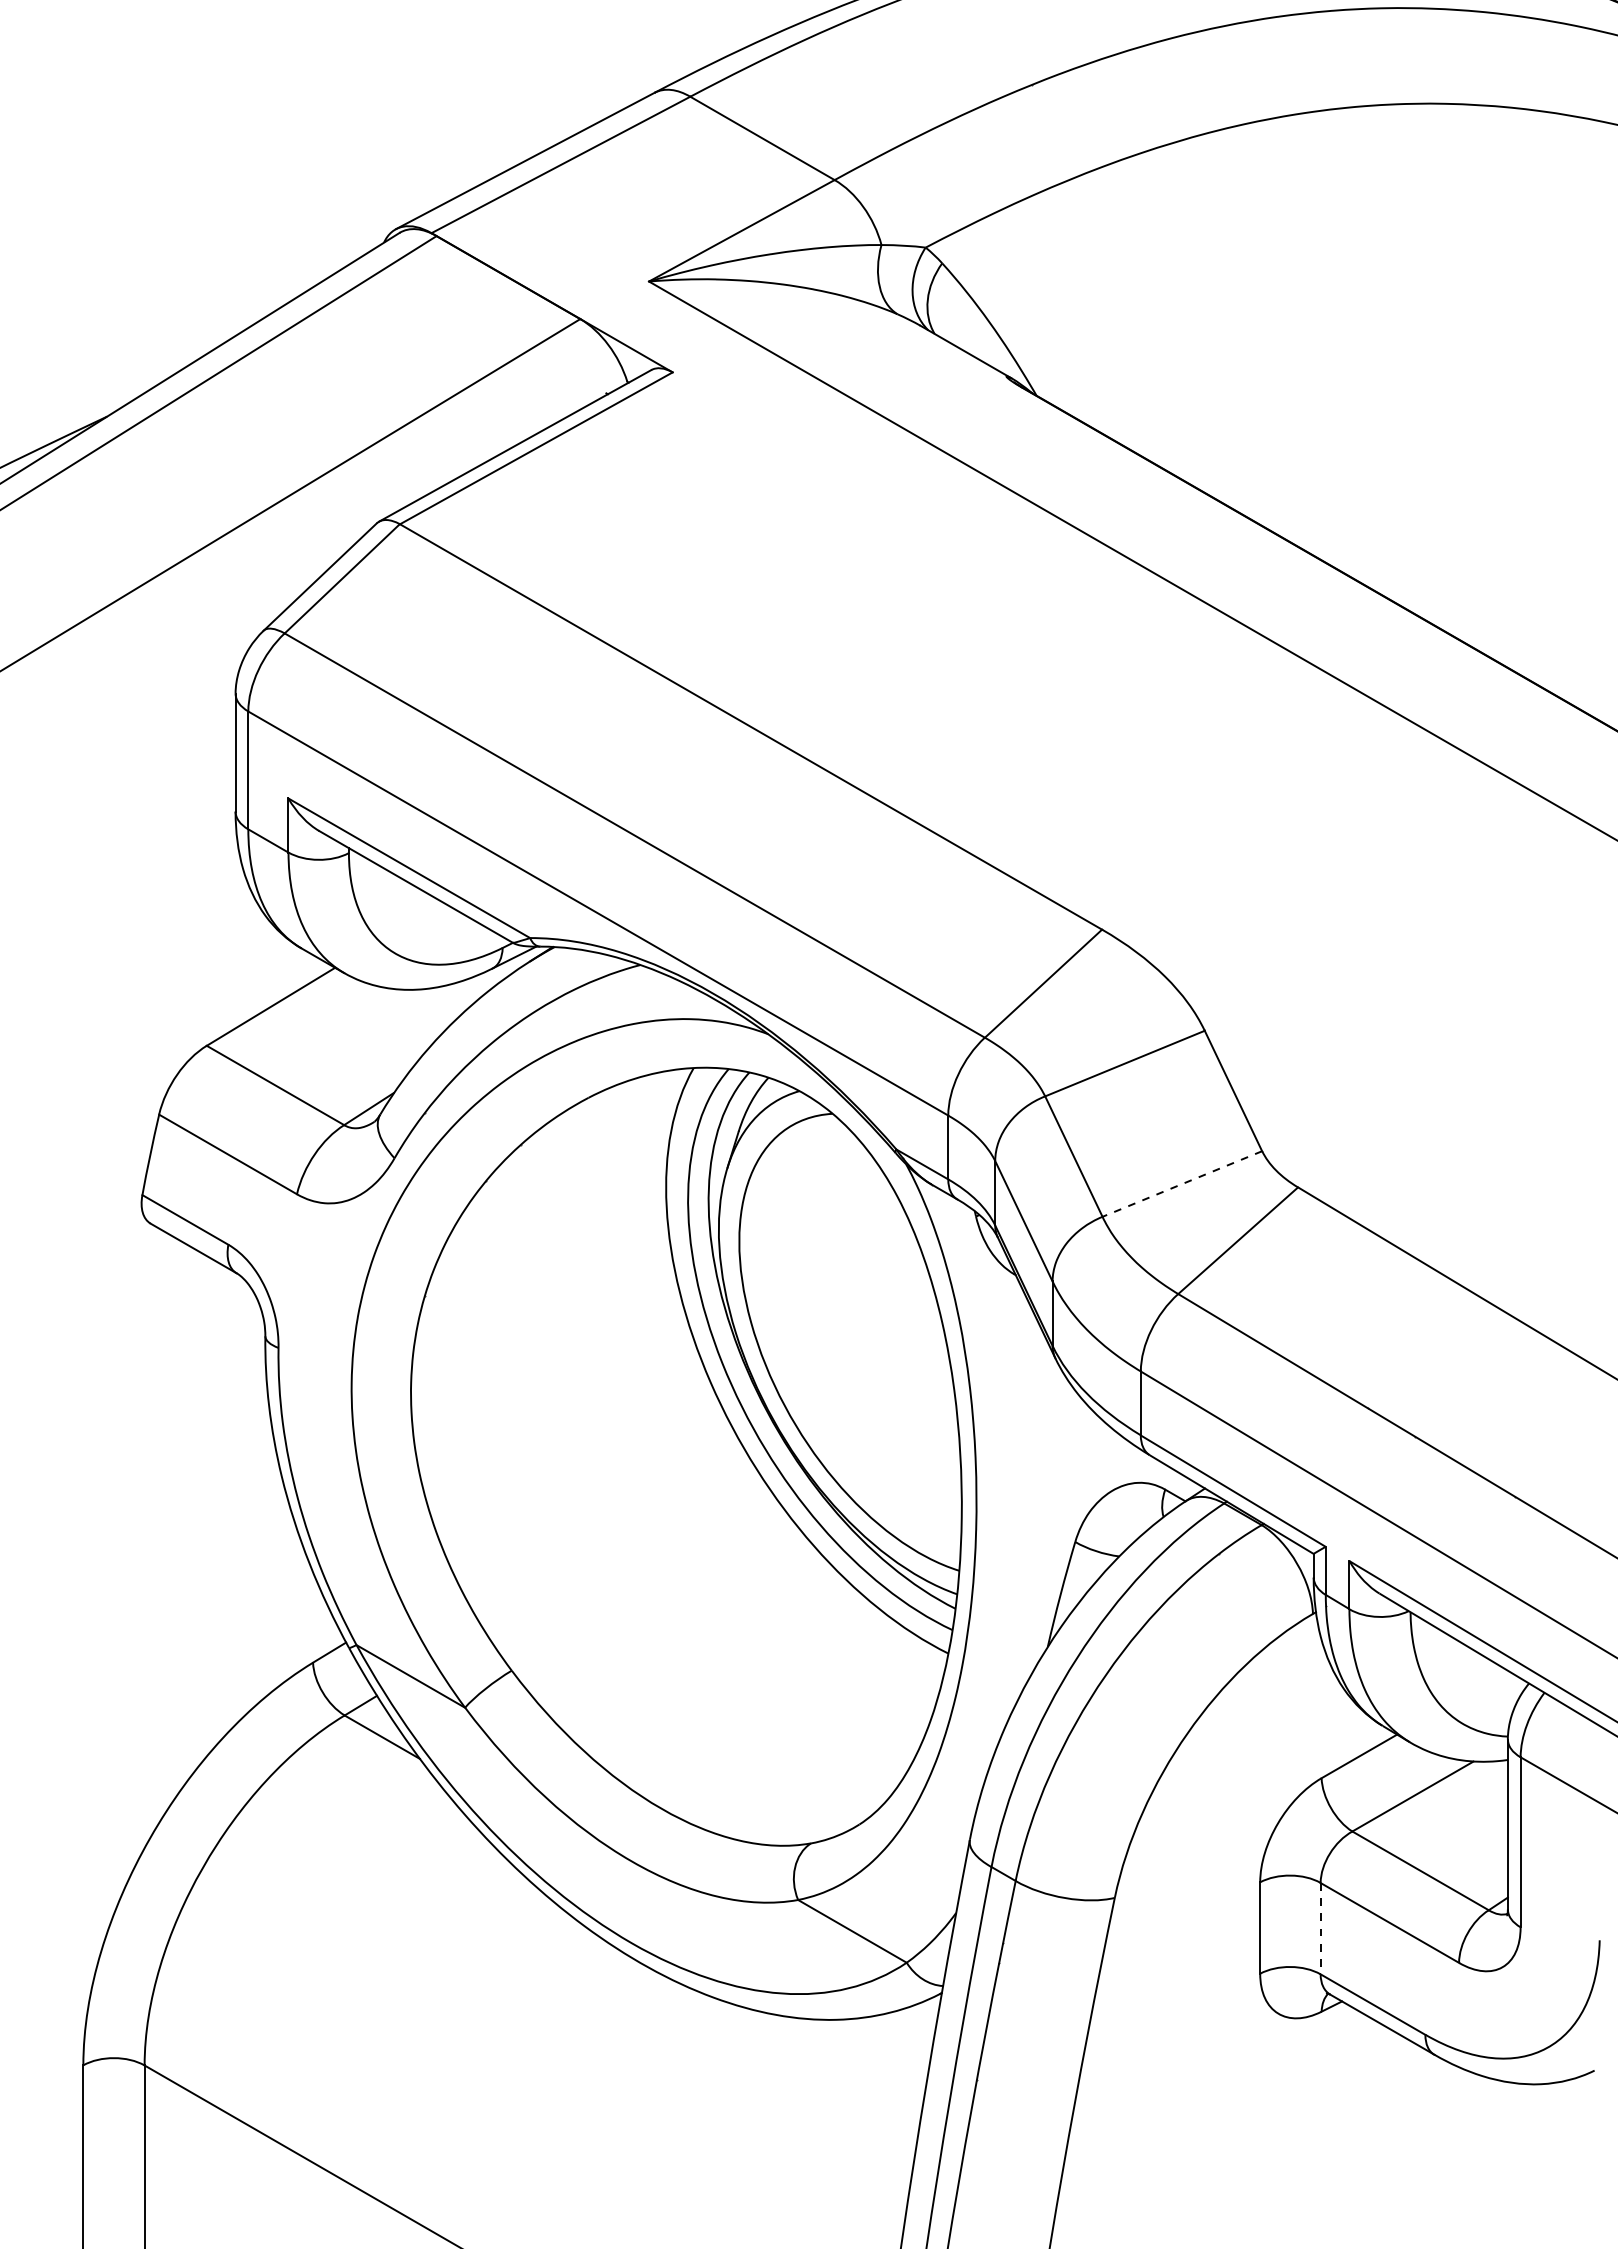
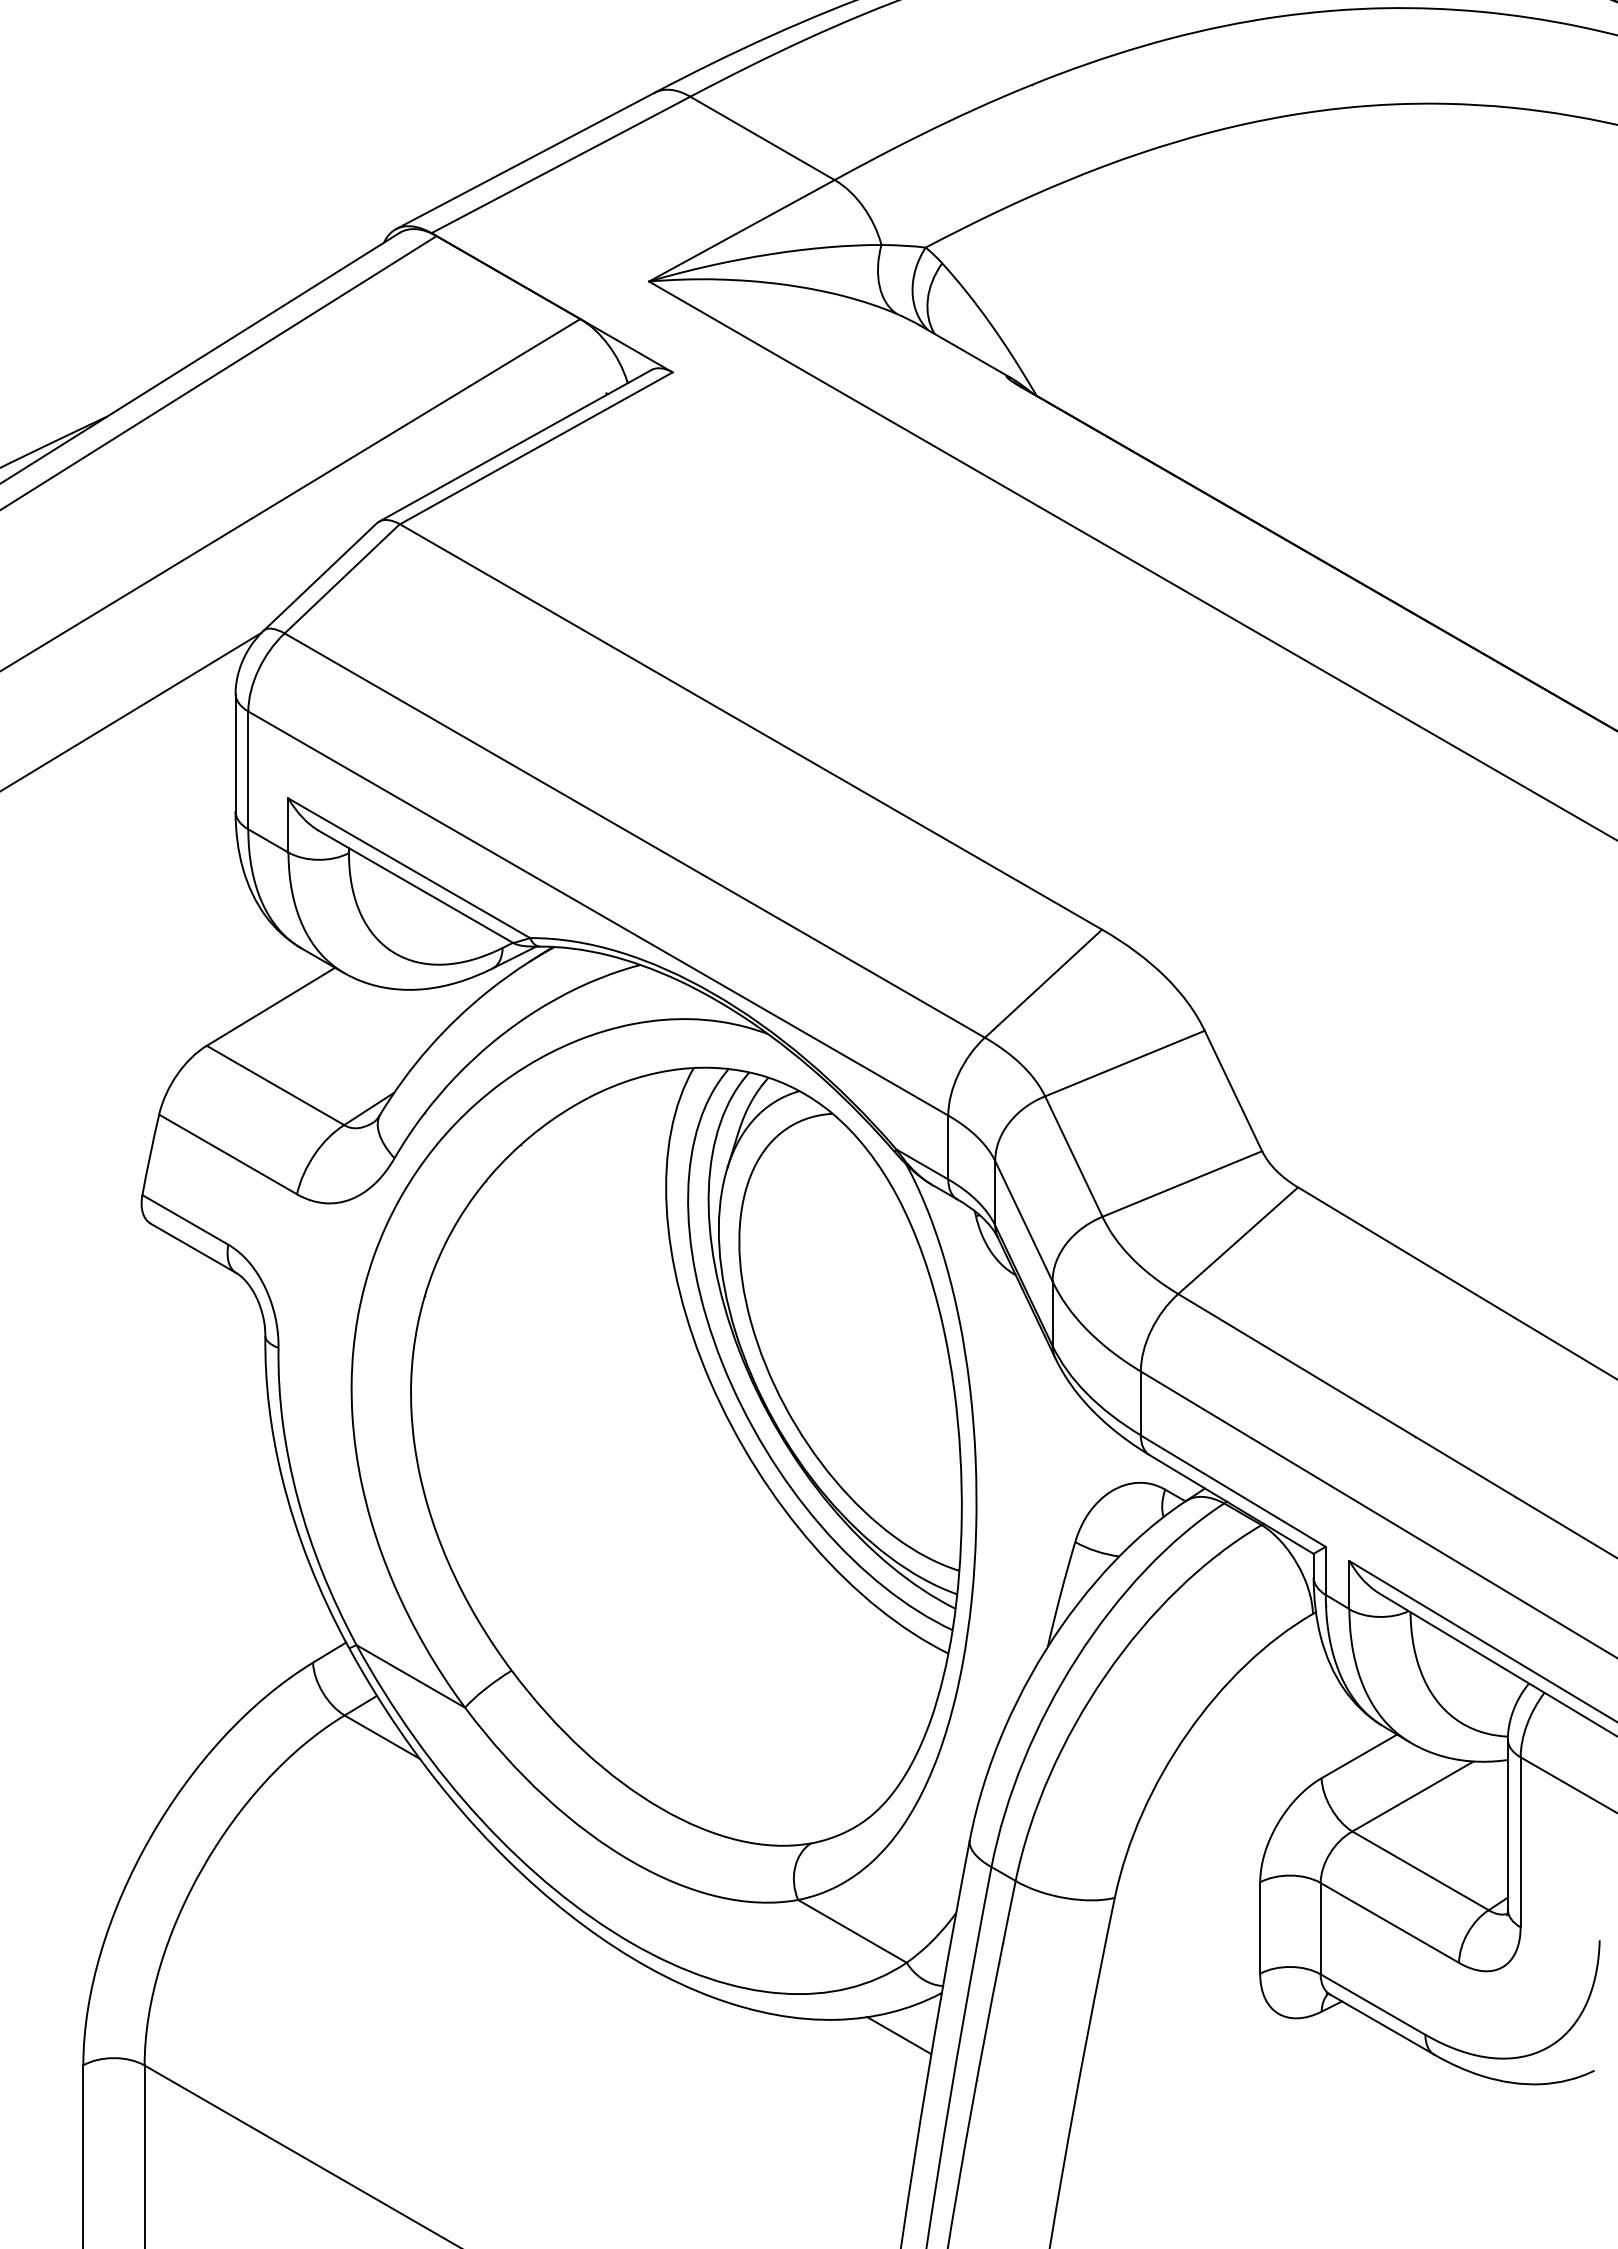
line at (131, 711): none -> present
line at (1181, 1184): dashed -> solid
line at (1320, 1928): dashed -> solid
line at (899, 2035): none -> present
